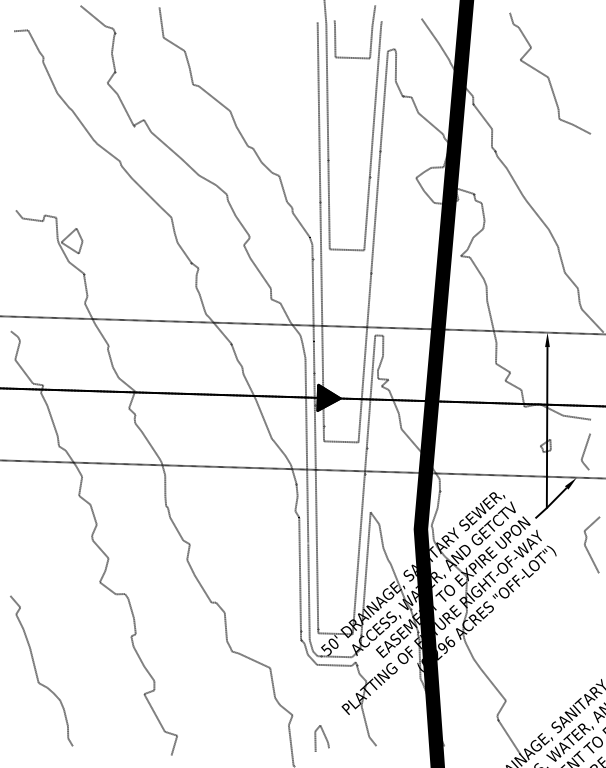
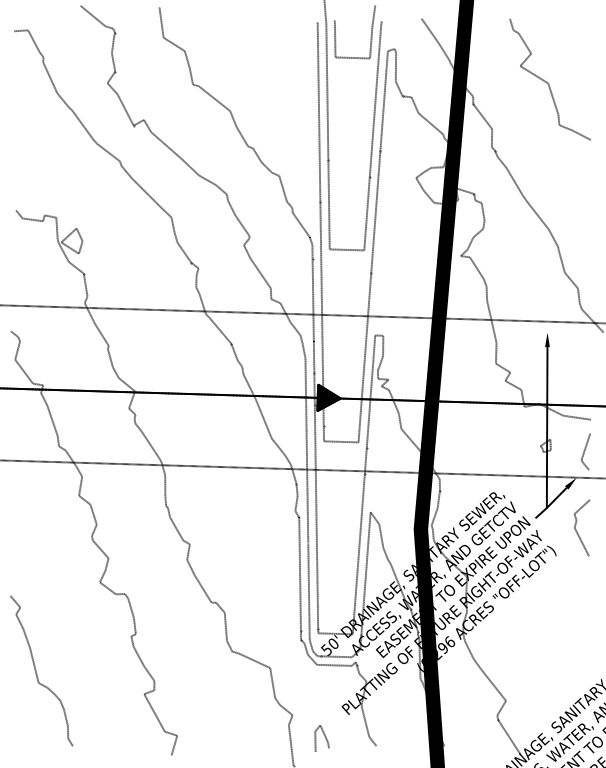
curve at (548, 76) position: (548, 76) -> (548, 82)
line at (302, 325) position: (302, 325) -> (302, 314)
line at (586, 542) position: (586, 542) -> (576, 525)
